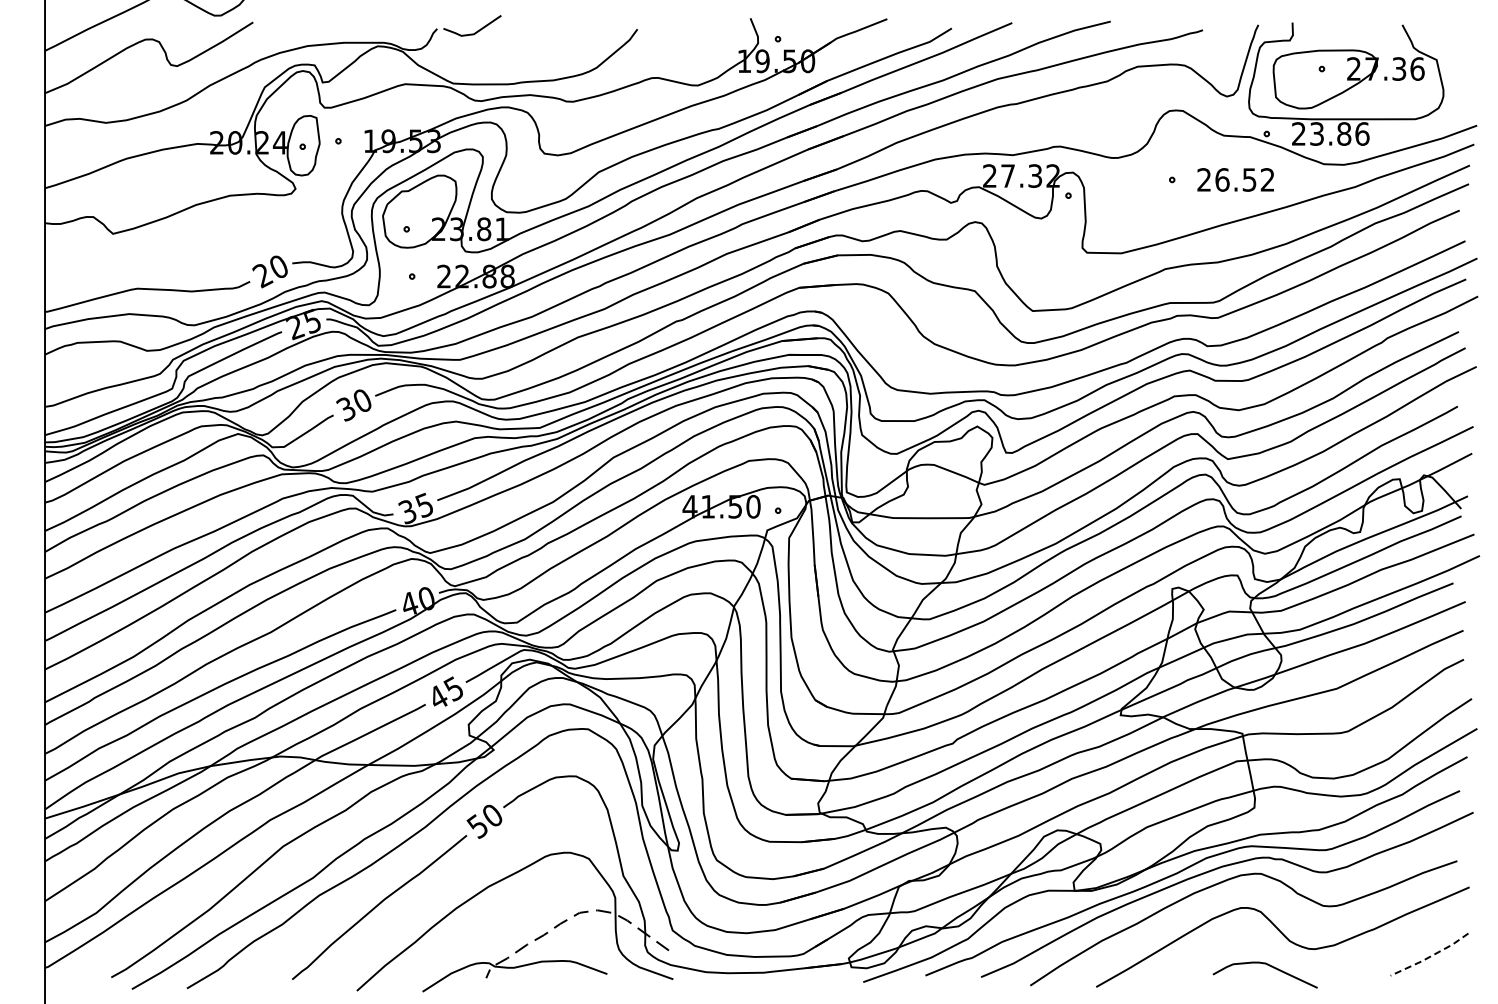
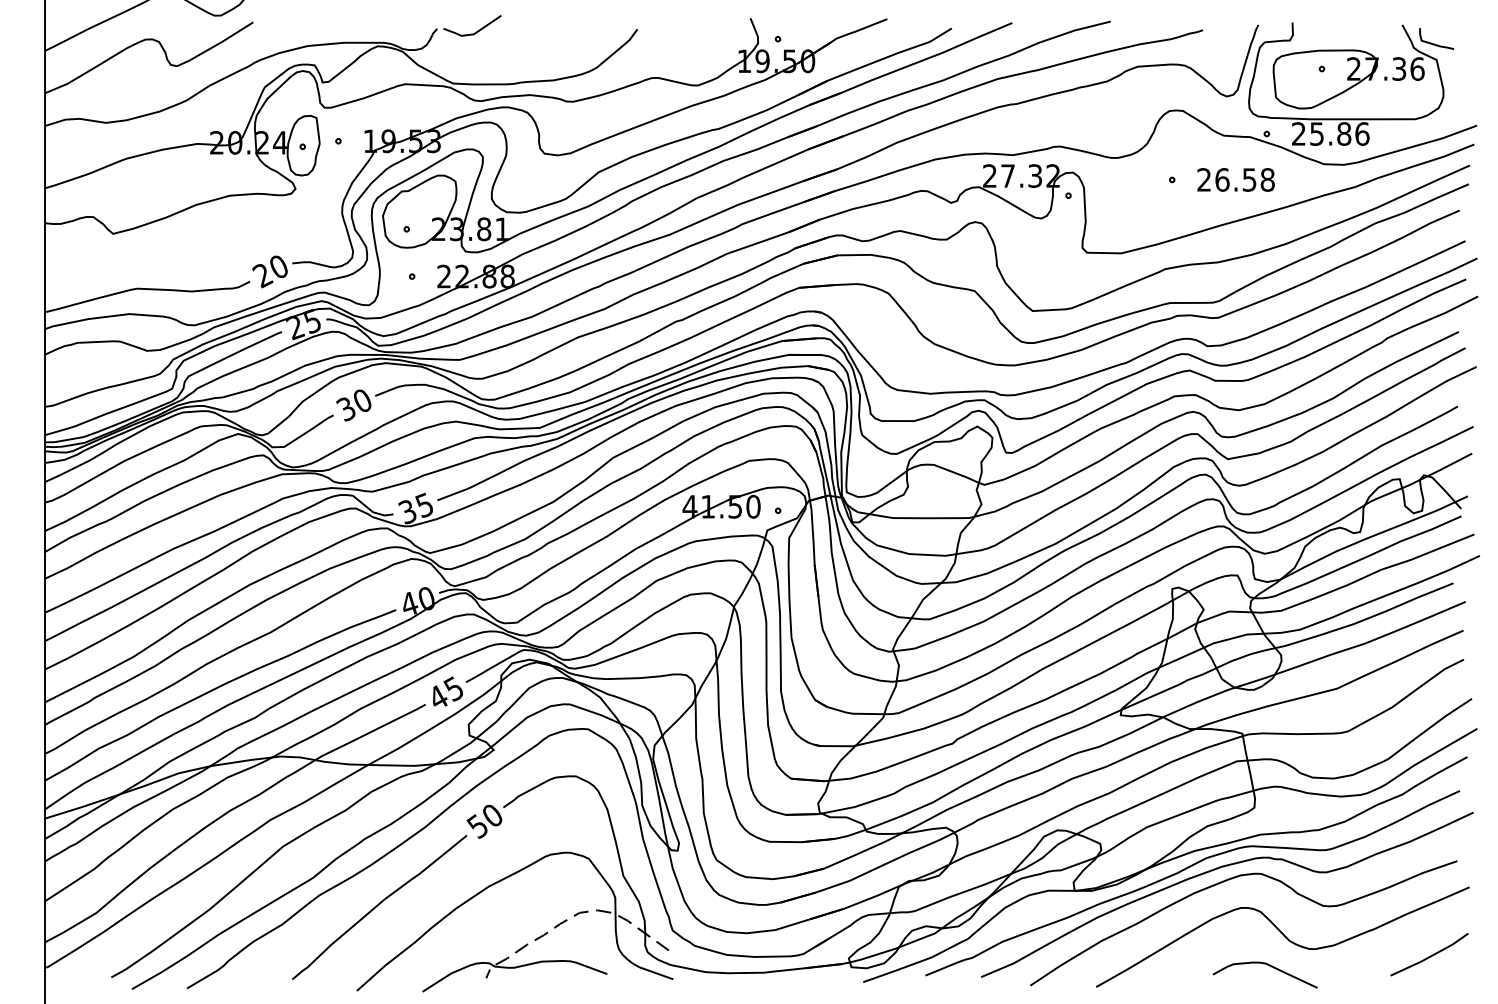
curve at (1434, 43): none -> present
text at (1316, 133): 23.86 -> 25.86
text at (1267, 179): 26.52 -> 26.58
line at (1430, 956): dashed -> solid
